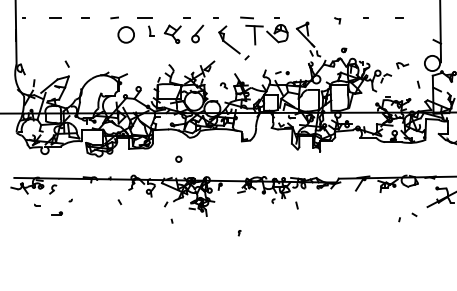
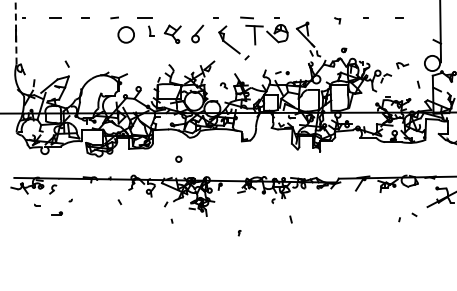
line at (186, 17): present -> none
line at (16, 32): solid -> dashed
line at (296, 205) position: (296, 205) -> (290, 219)
